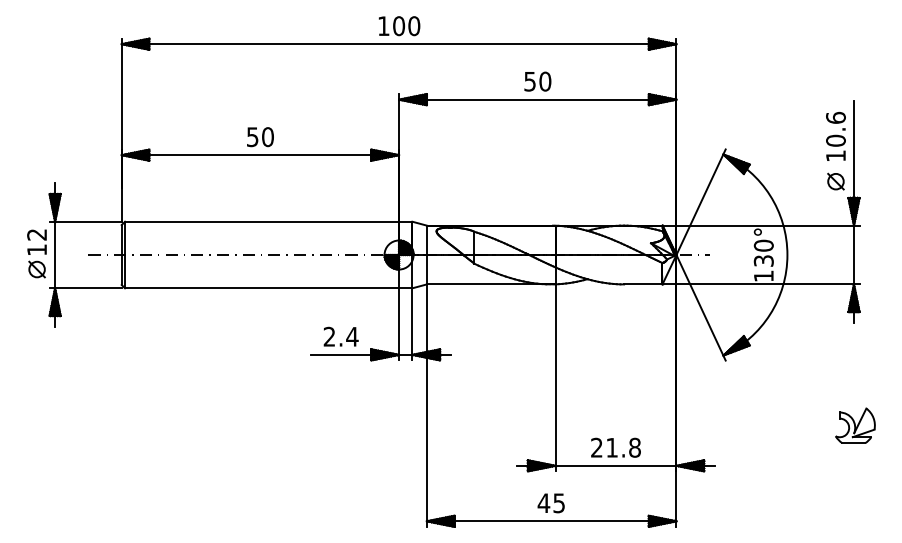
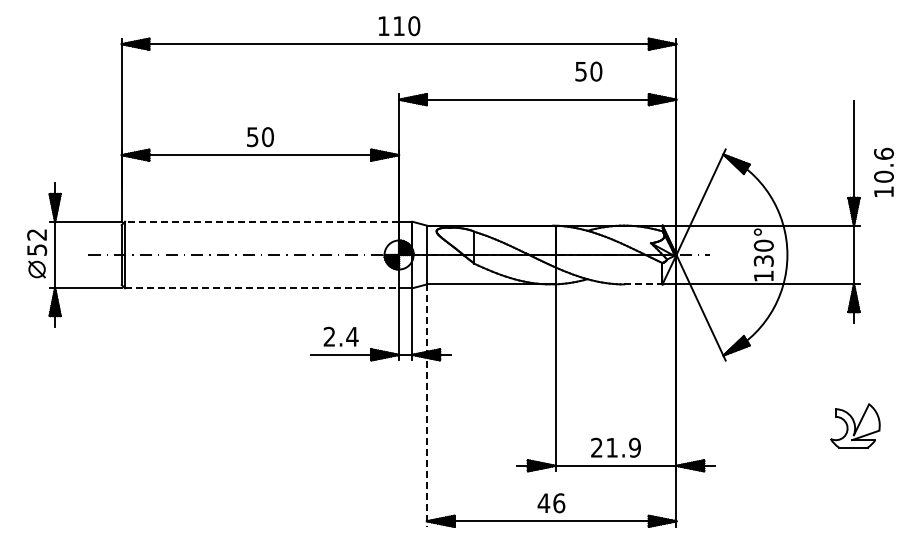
text at (399, 26): 100 -> 110
text at (537, 81) position: (537, 81) -> (588, 71)
text at (835, 135) position: (835, 135) -> (883, 171)
part at (835, 181): present -> none
line at (261, 221): solid -> dashed
text at (37, 249): 12 -> 52
line at (643, 284): solid -> dashed
line at (262, 288): solid -> dashed
line at (426, 406): solid -> dashed
part at (855, 425) size: 41x37 px -> 51x46 px
text at (634, 447): 21.8 -> 21.9
text at (559, 503): 45 -> 46
